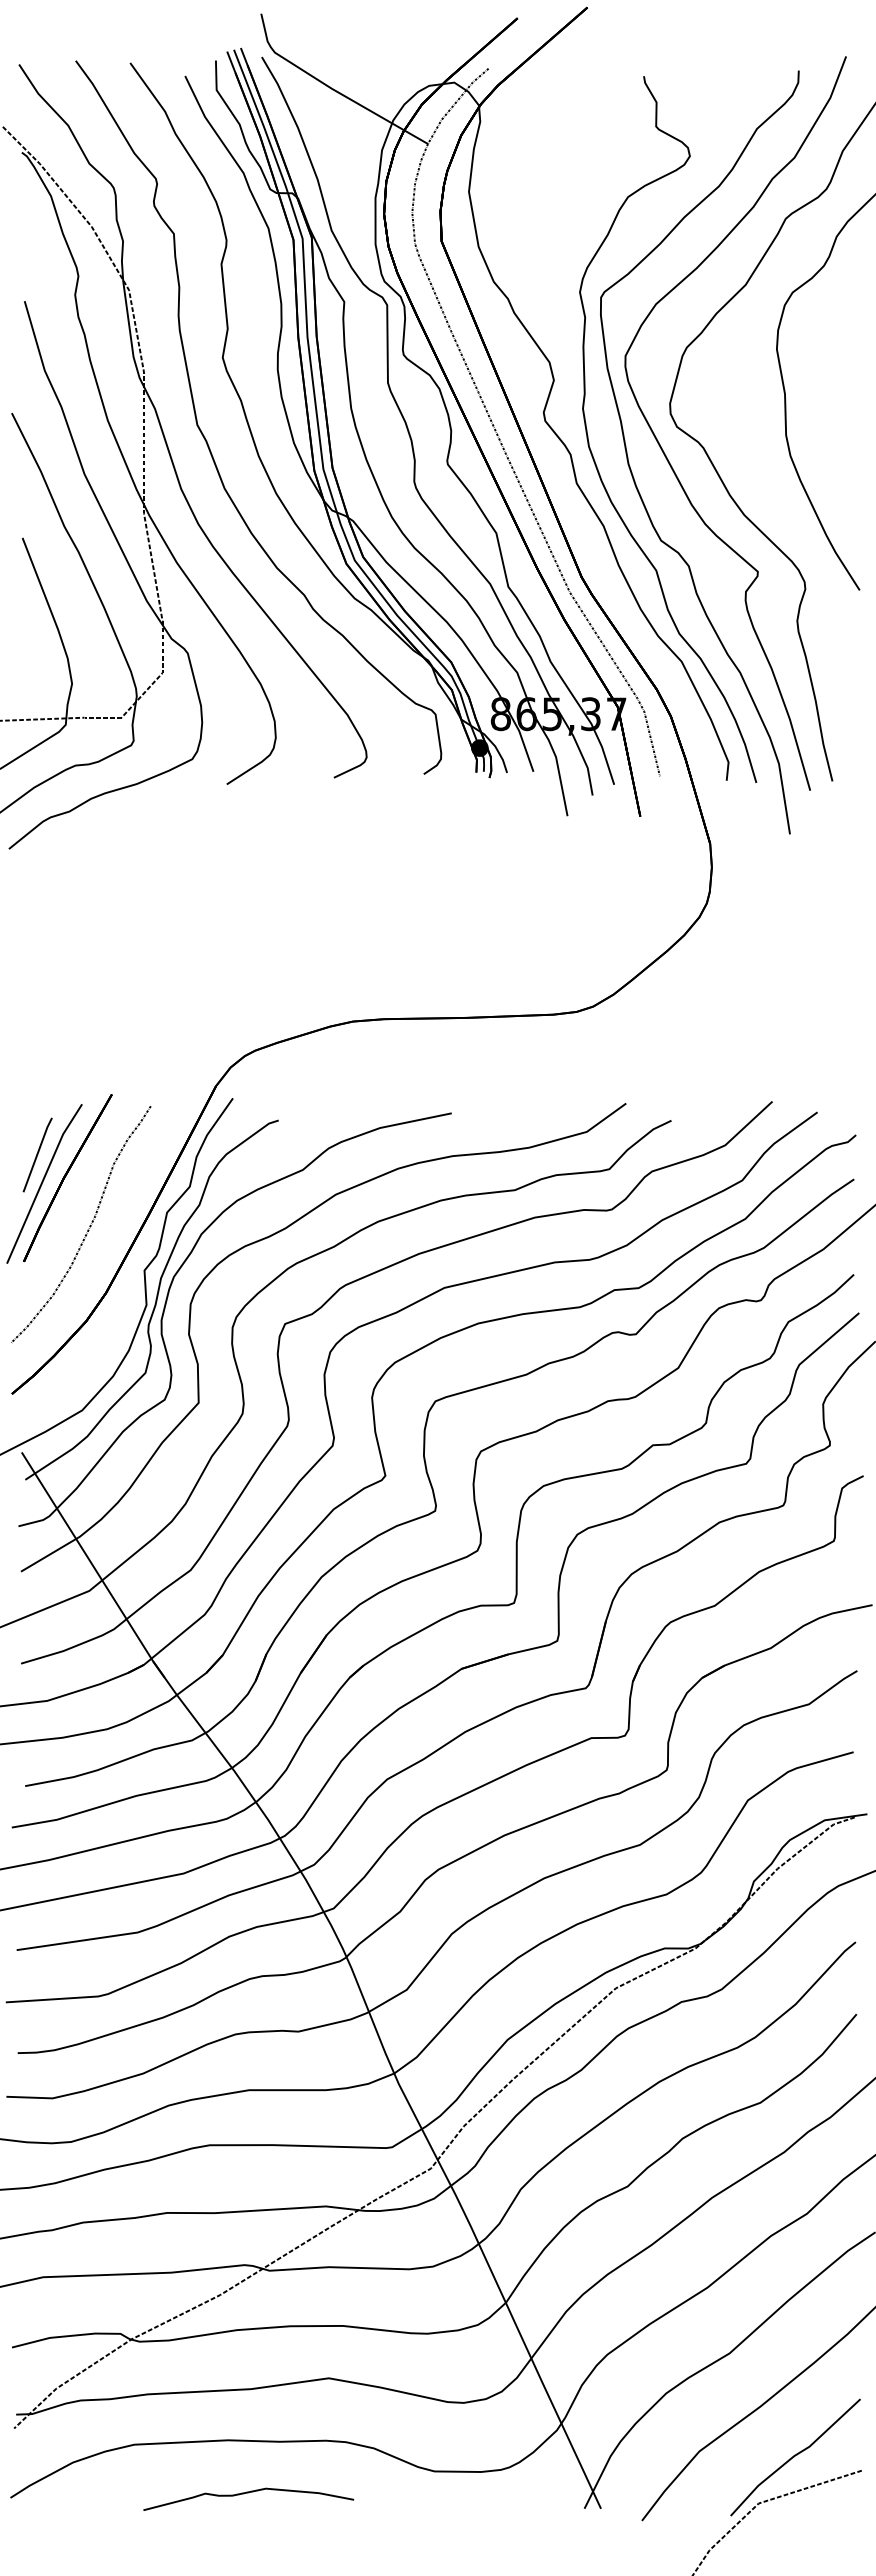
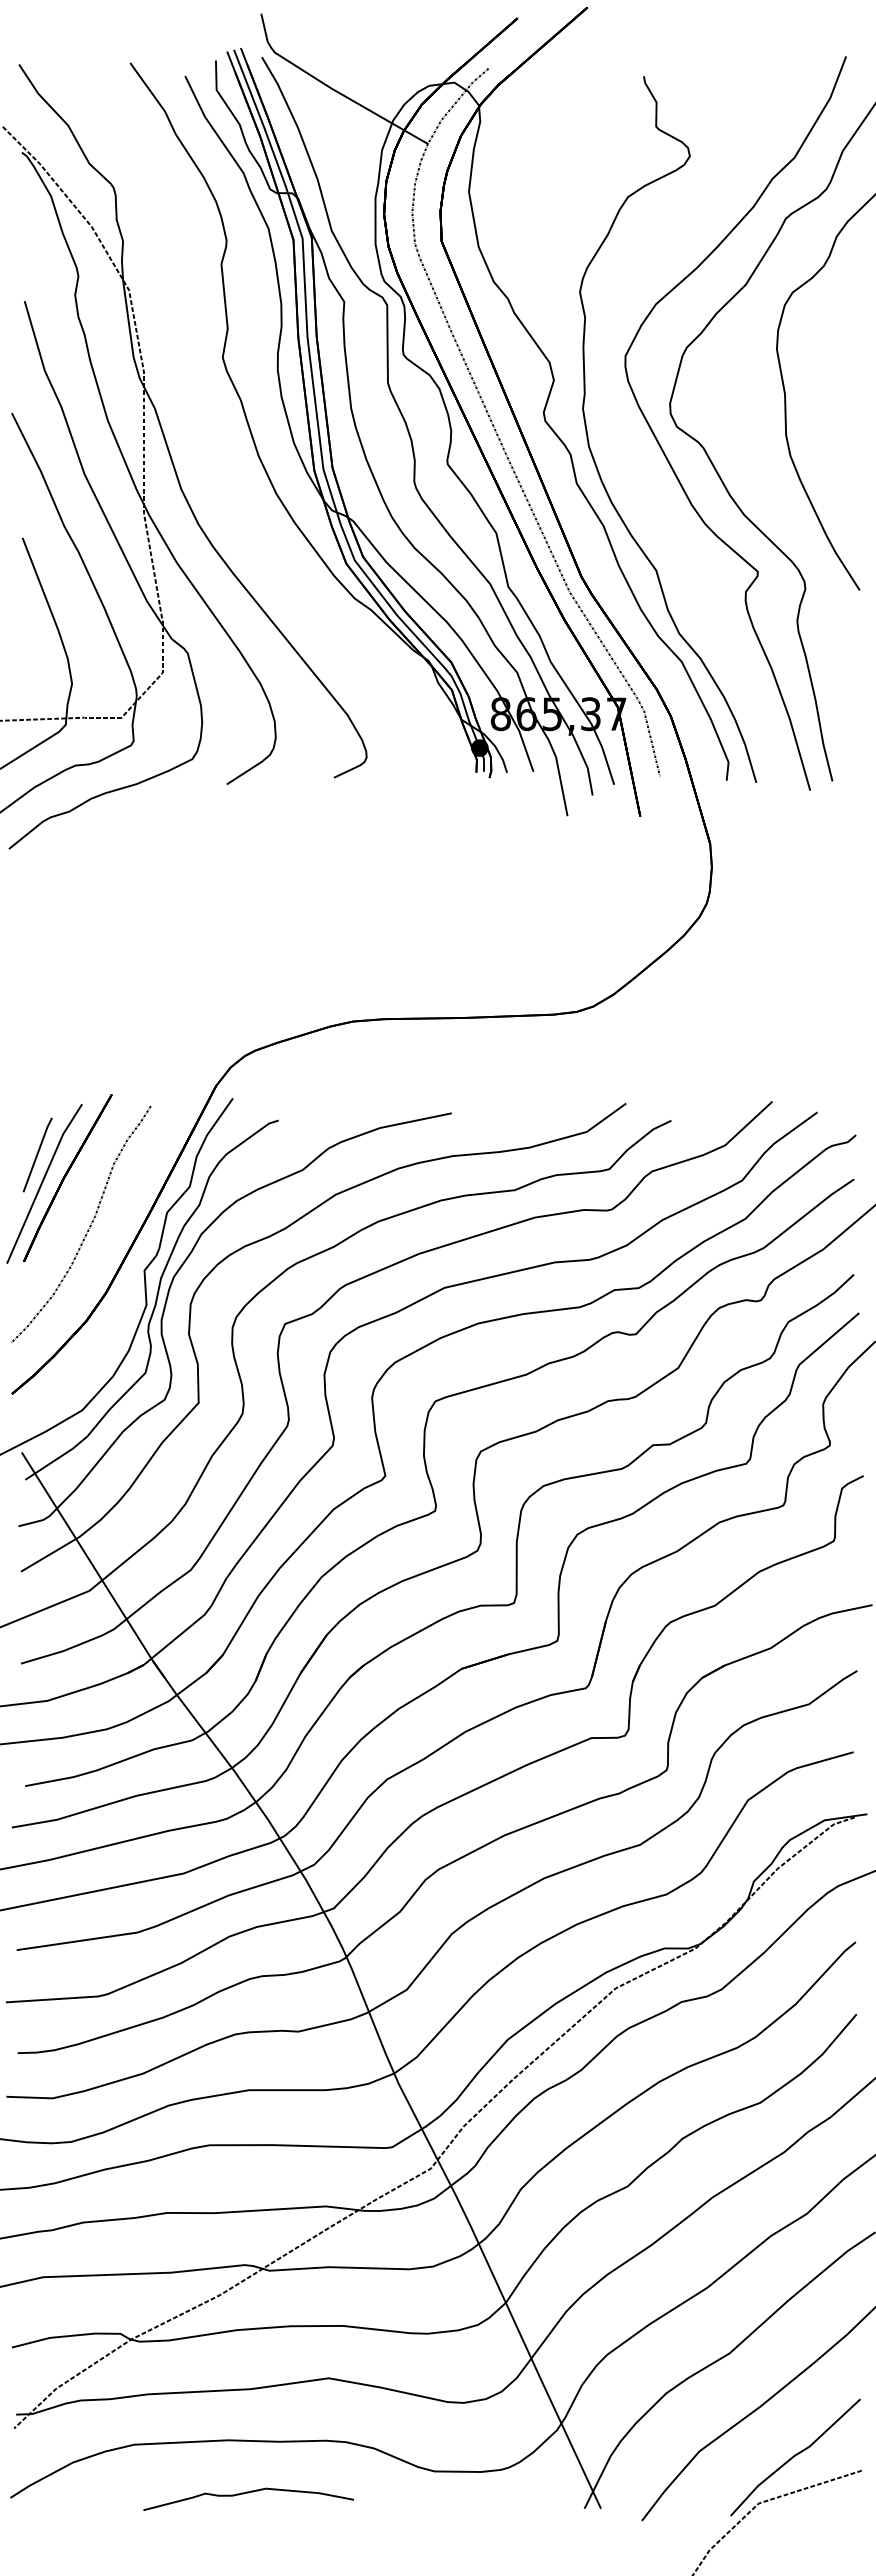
part at (208, 443): present -> none
curve at (633, 475): present -> none
